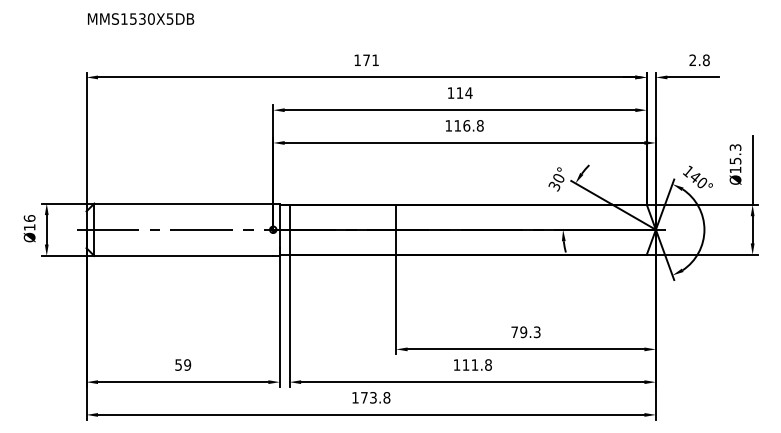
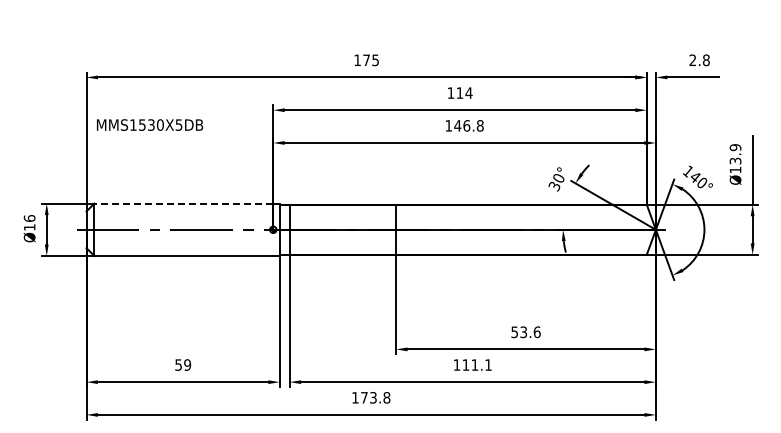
text at (141, 18) position: (141, 18) -> (150, 124)
text at (375, 60): 171 -> 175
text at (457, 125): 116.8 -> 146.8
text at (735, 154): Ø15.3 -> Ø13.9
line at (183, 203): solid -> dashed
text at (525, 332): 79.3 -> 53.6
text at (488, 364): 111.8 -> 111.1
